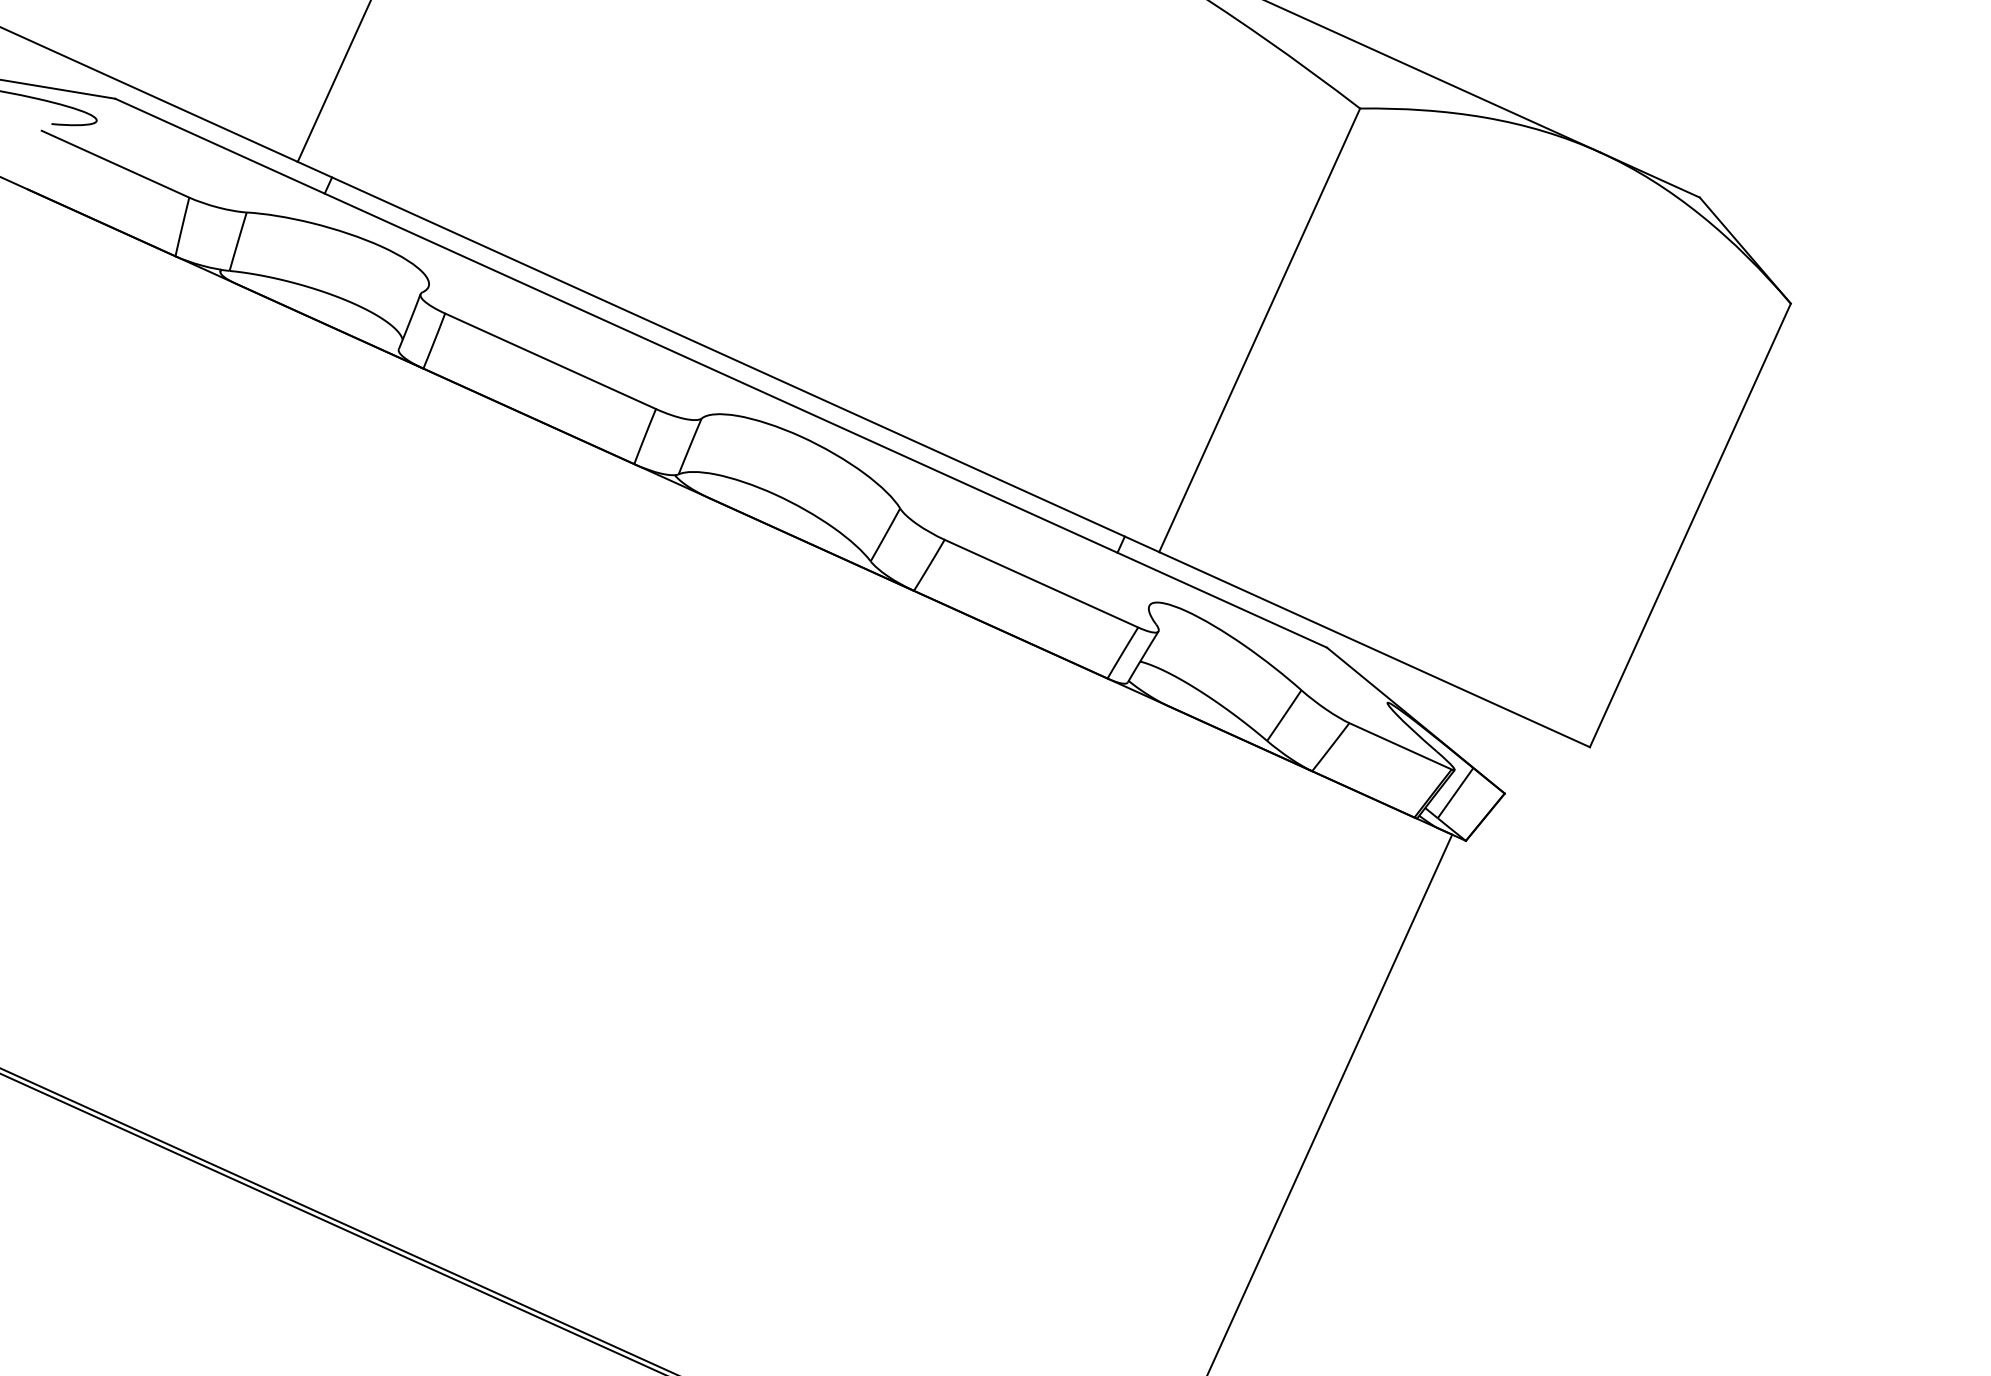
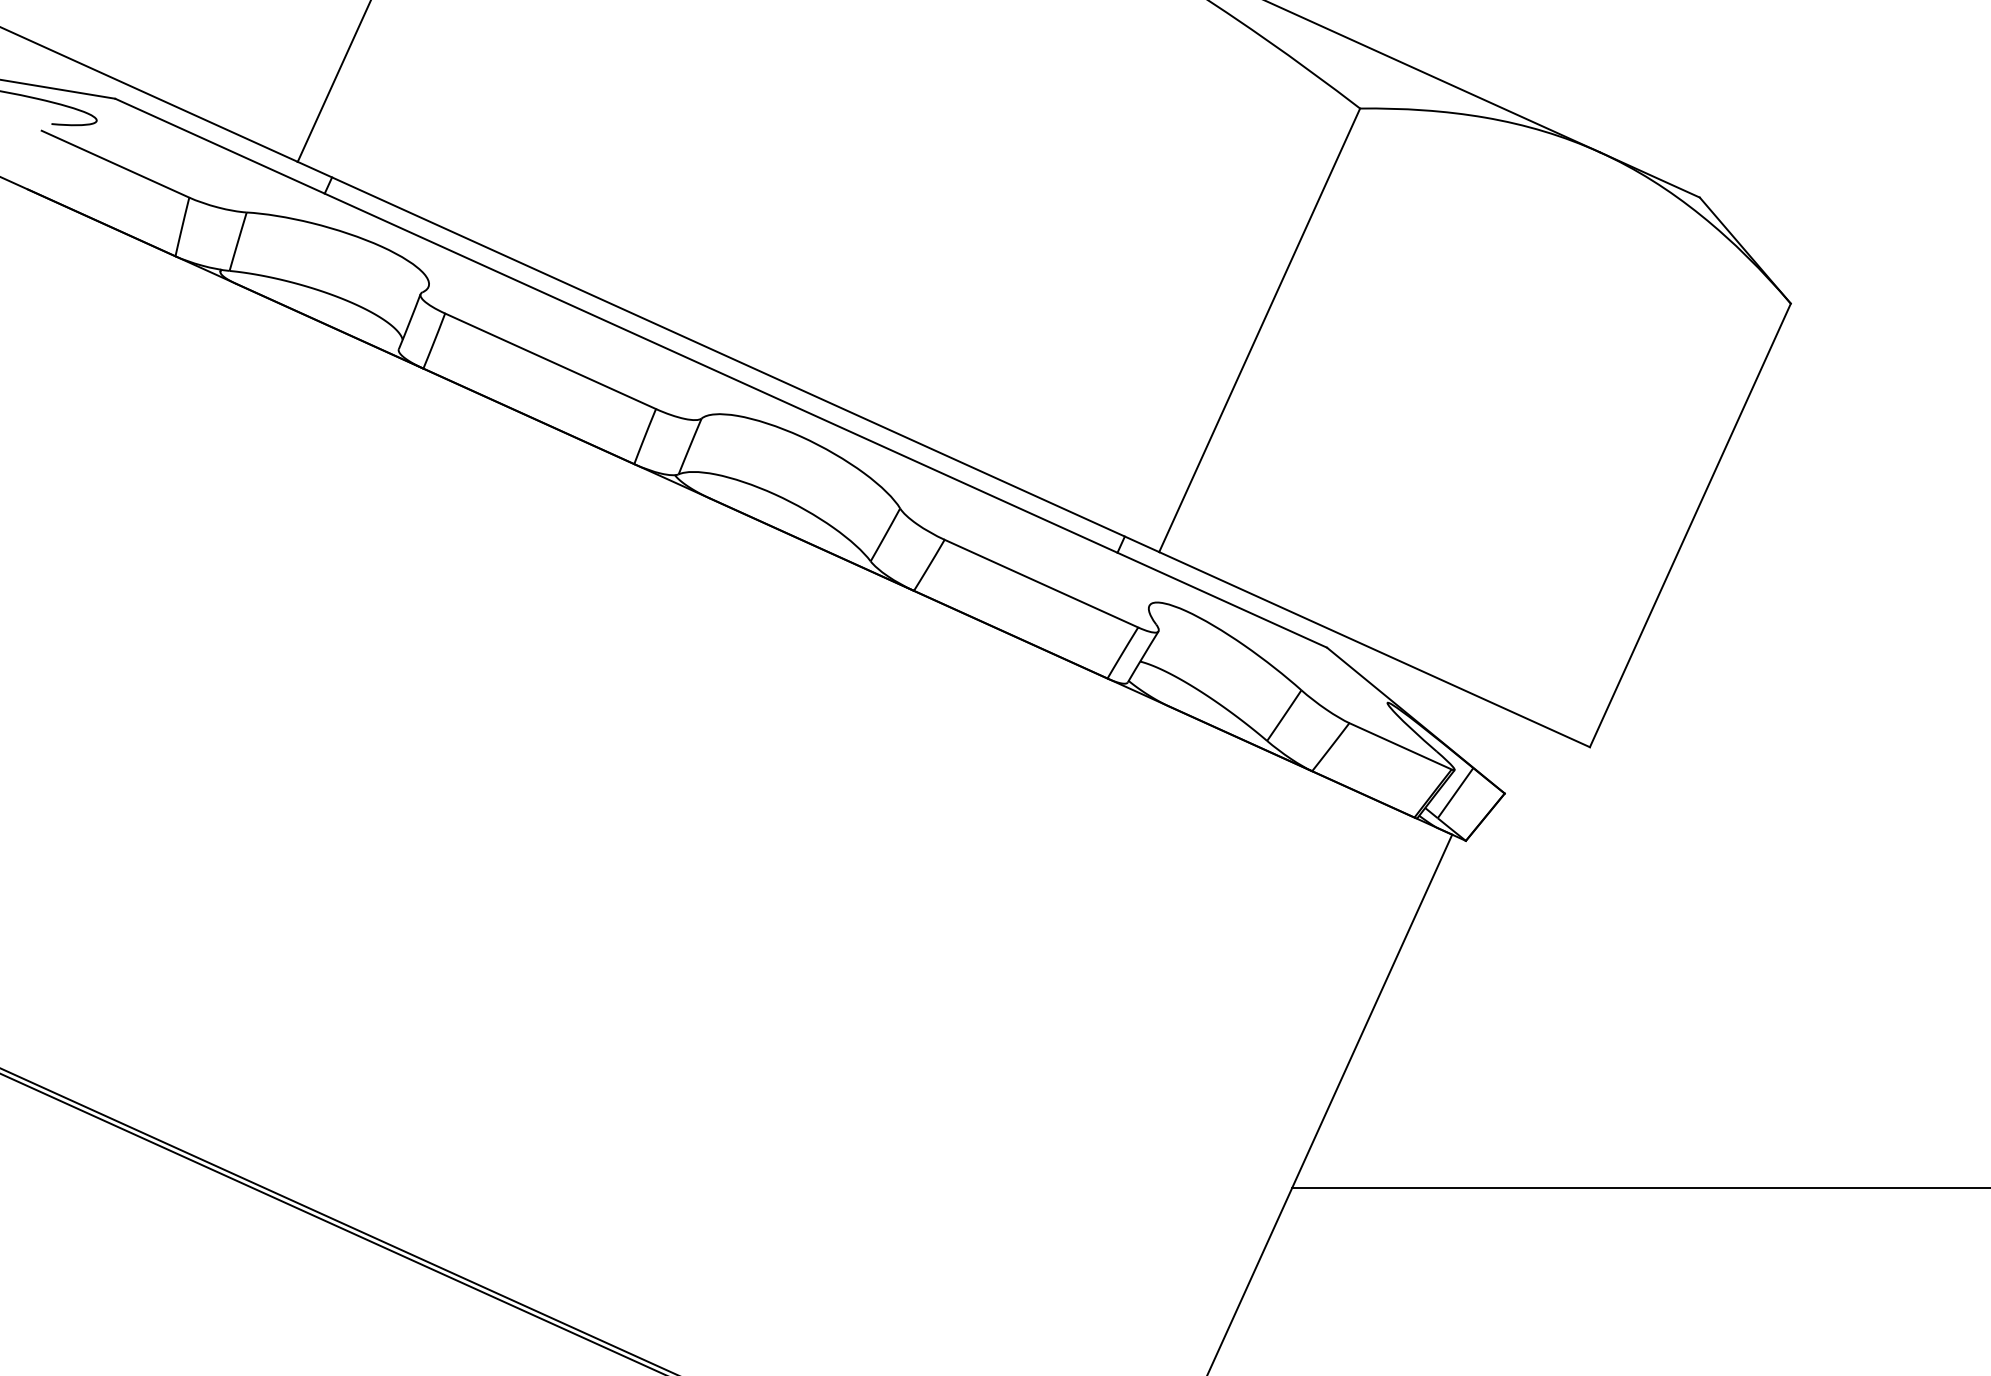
line at (1639, 1187): none -> present
